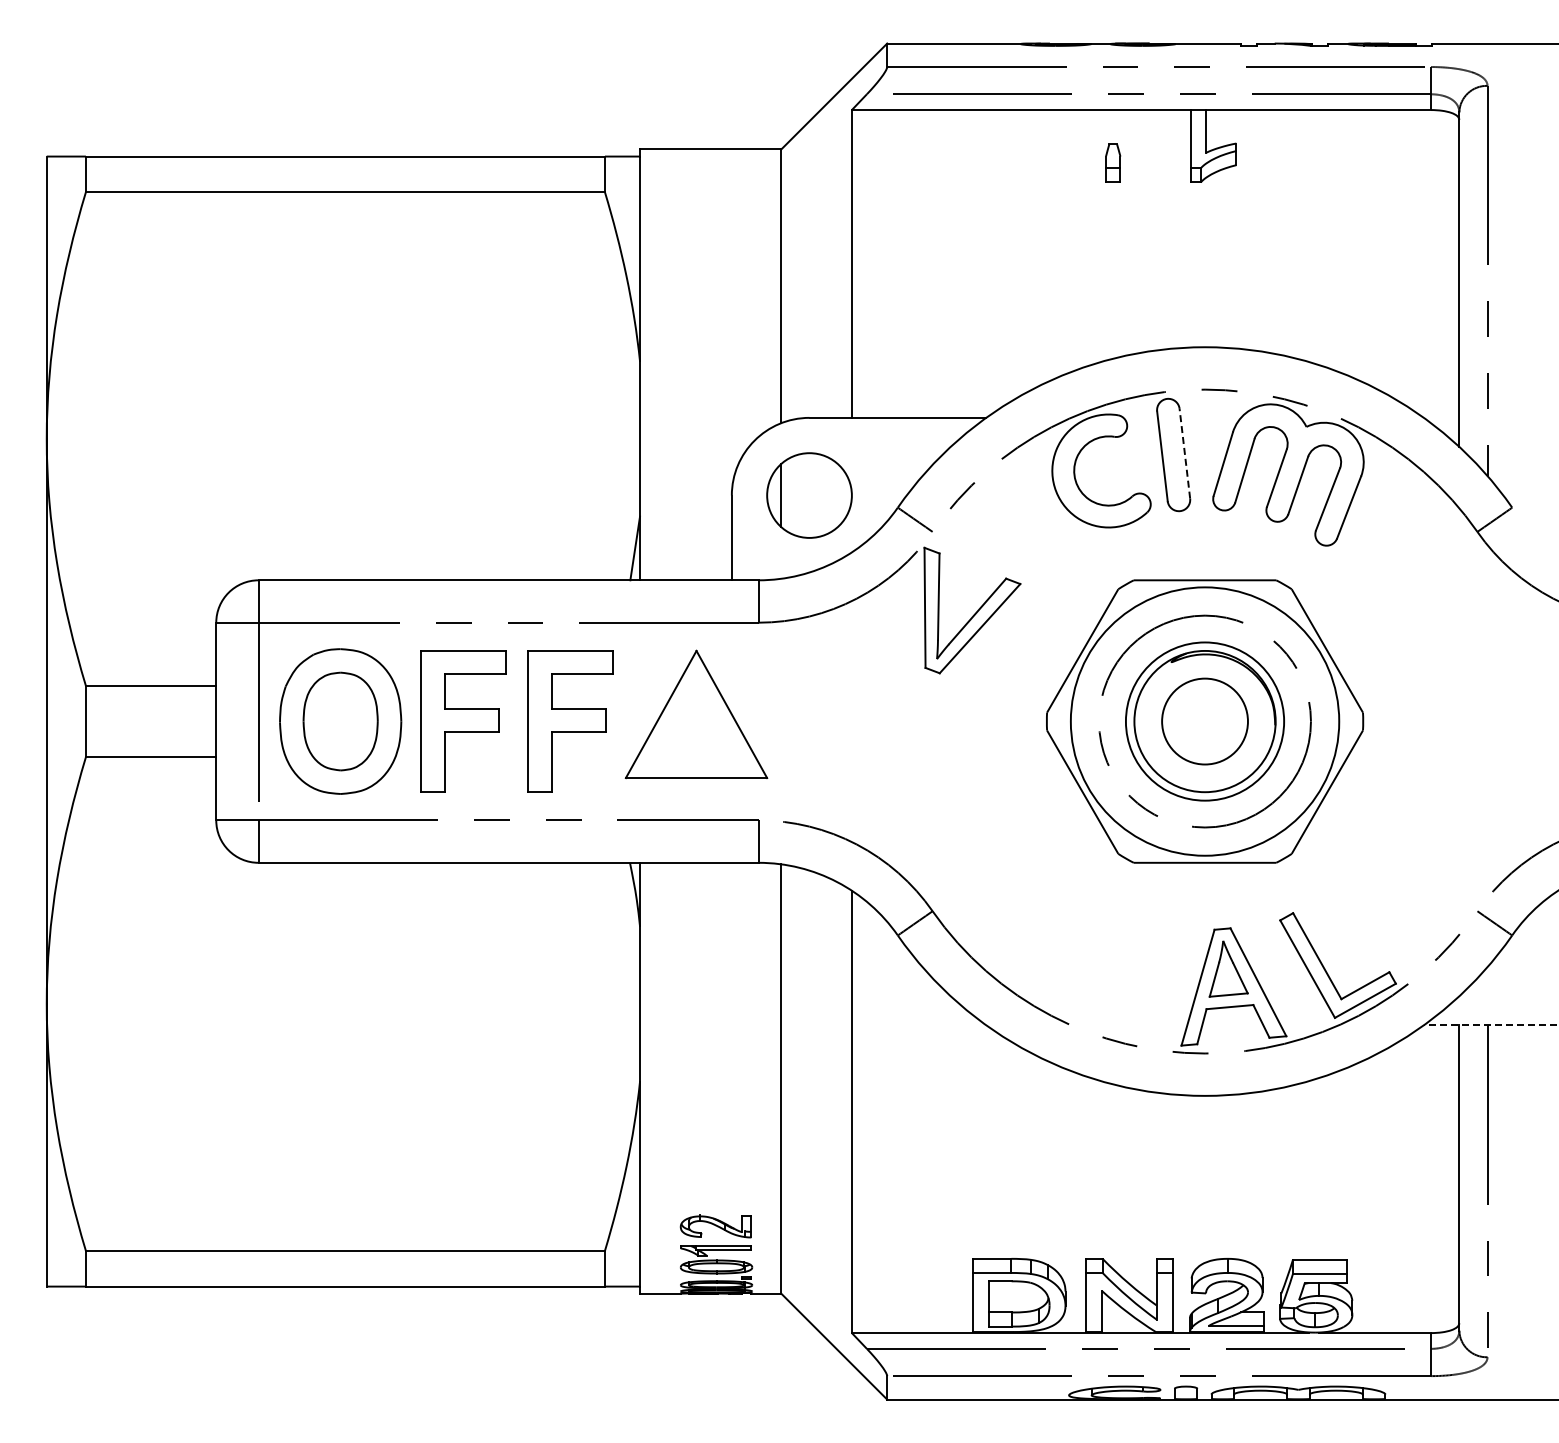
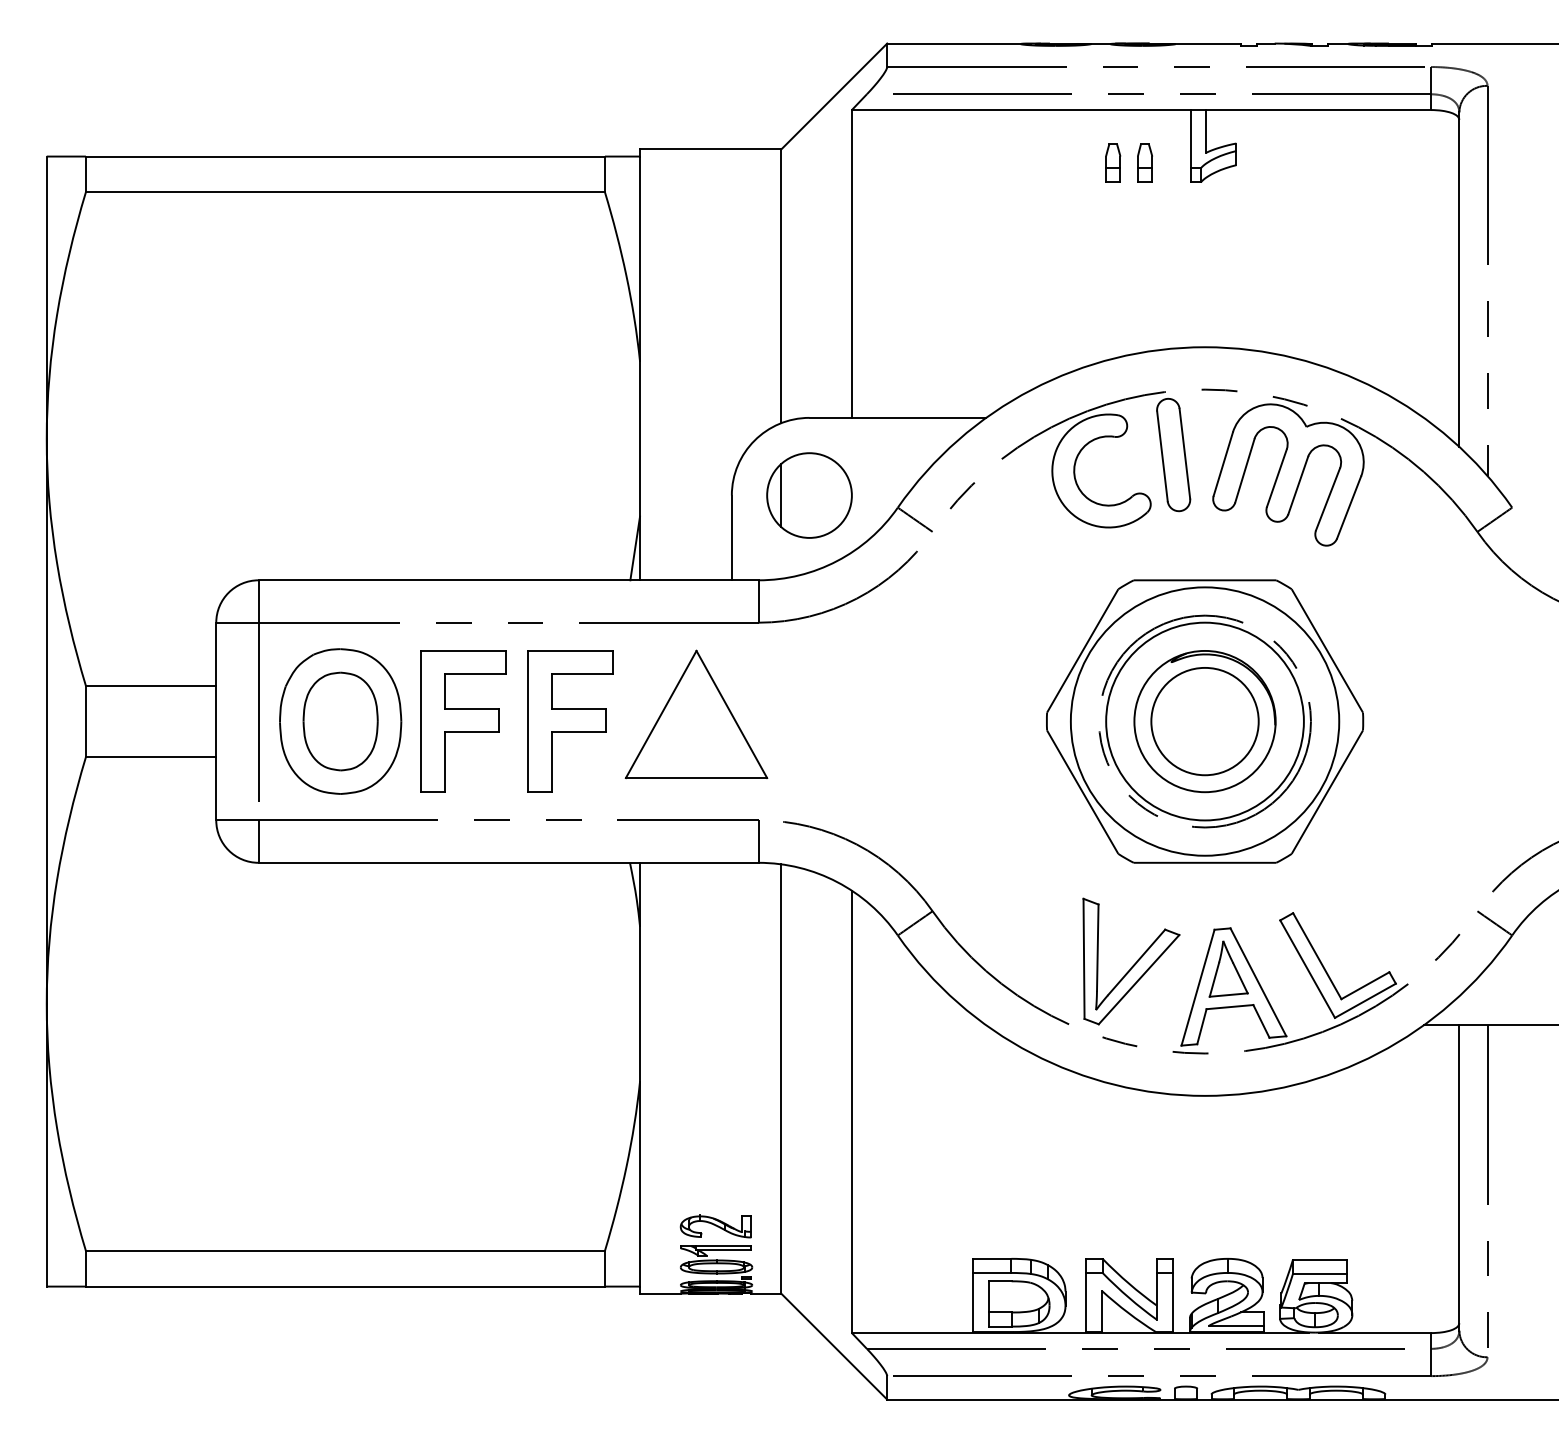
part at (1144, 162): none -> present
line at (1184, 453): dashed -> solid
part at (972, 610) position: (972, 610) -> (1131, 961)
circle at (1204, 721) diameter: 158 px -> 198 px
circle at (1204, 721) diameter: 86 px -> 107 px
line at (1490, 1025): dashed -> solid
